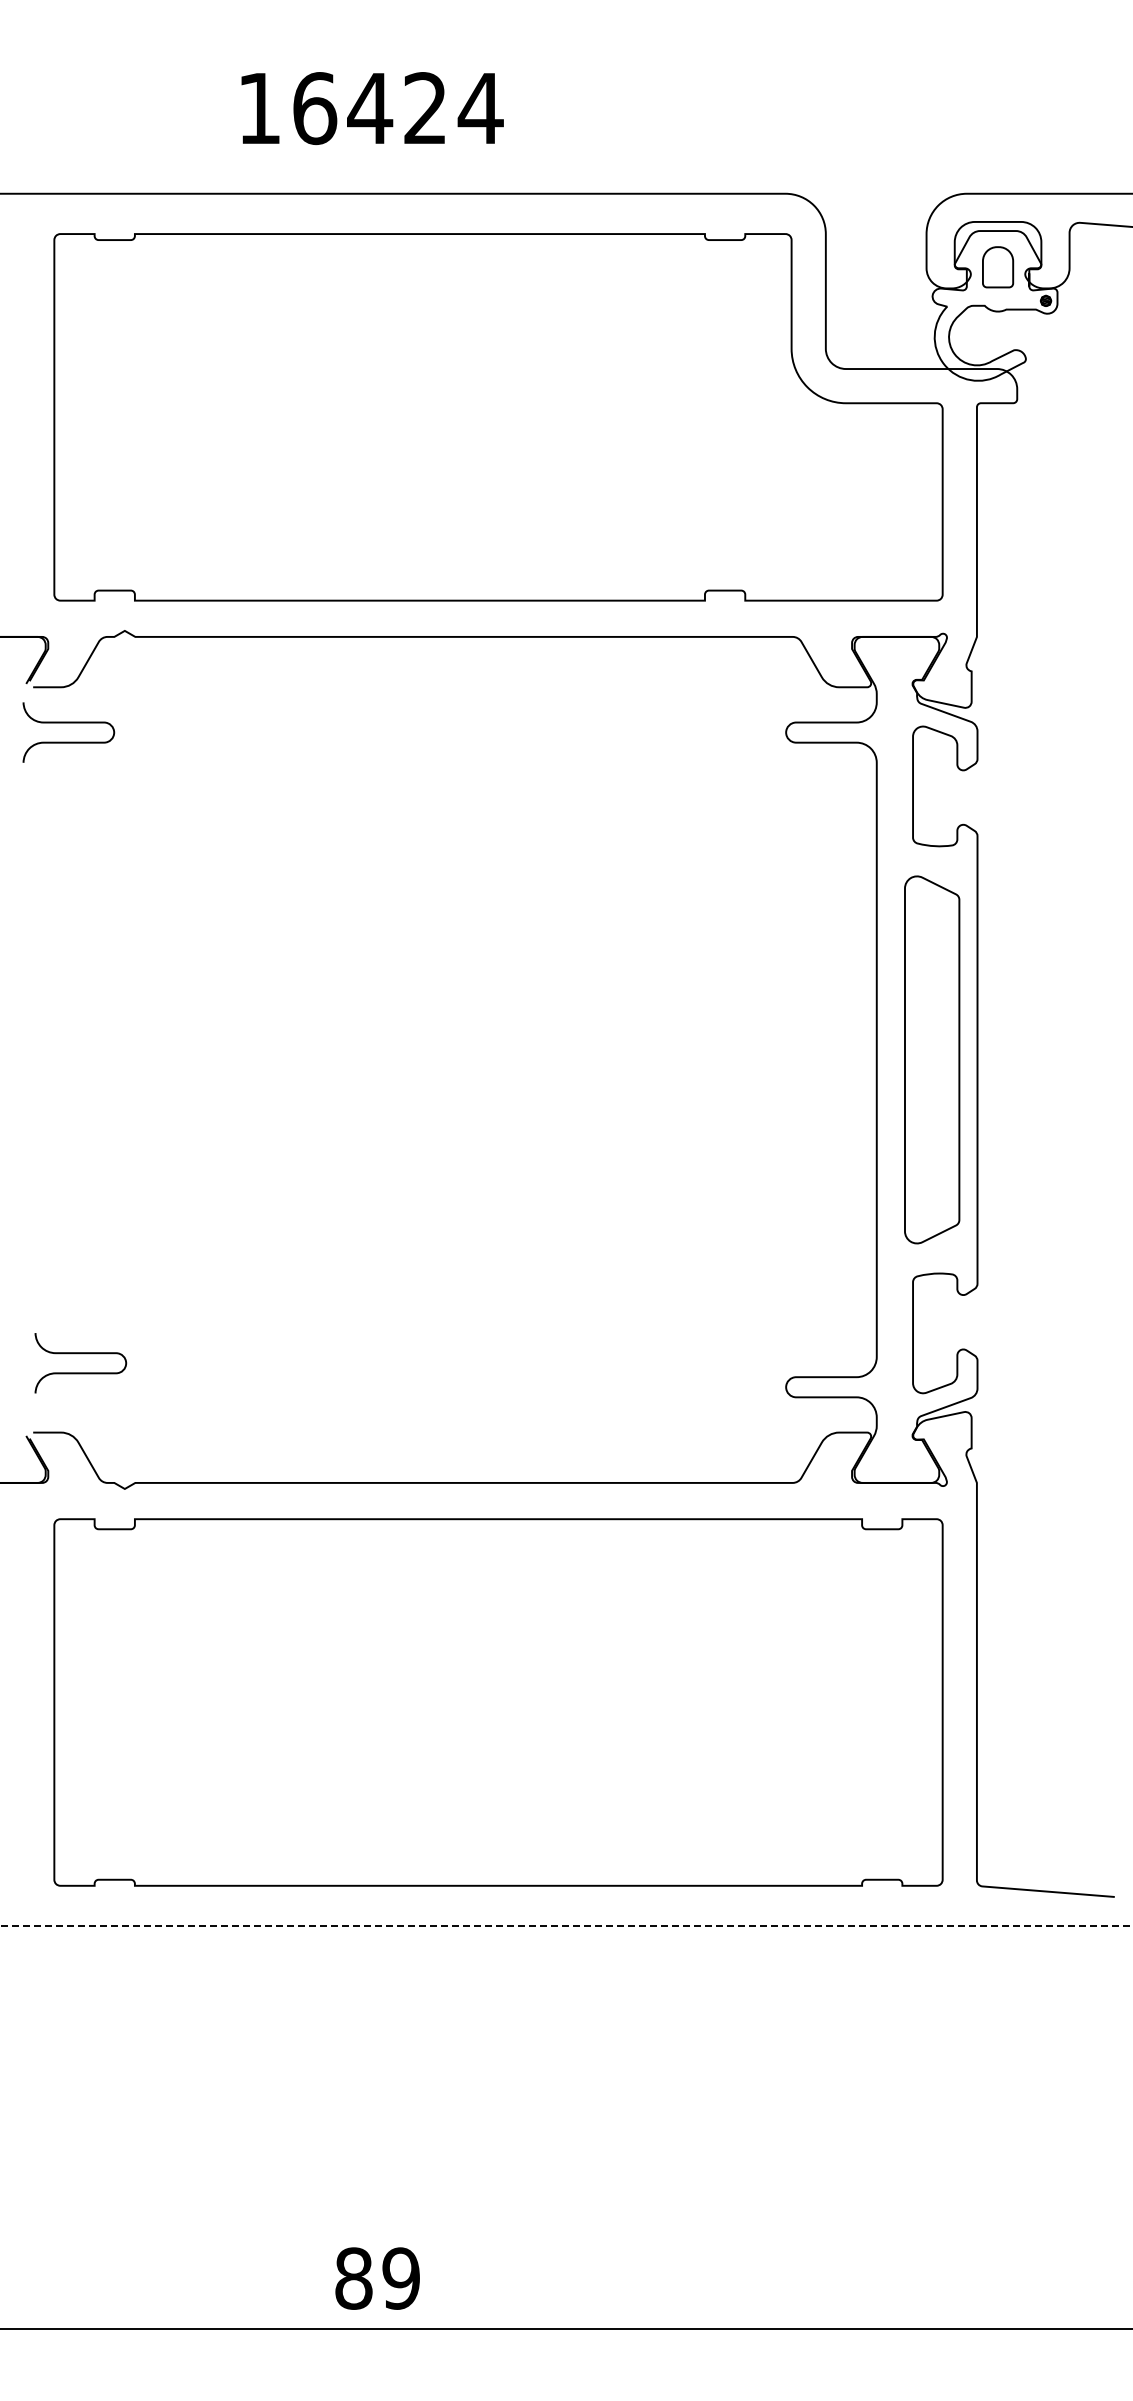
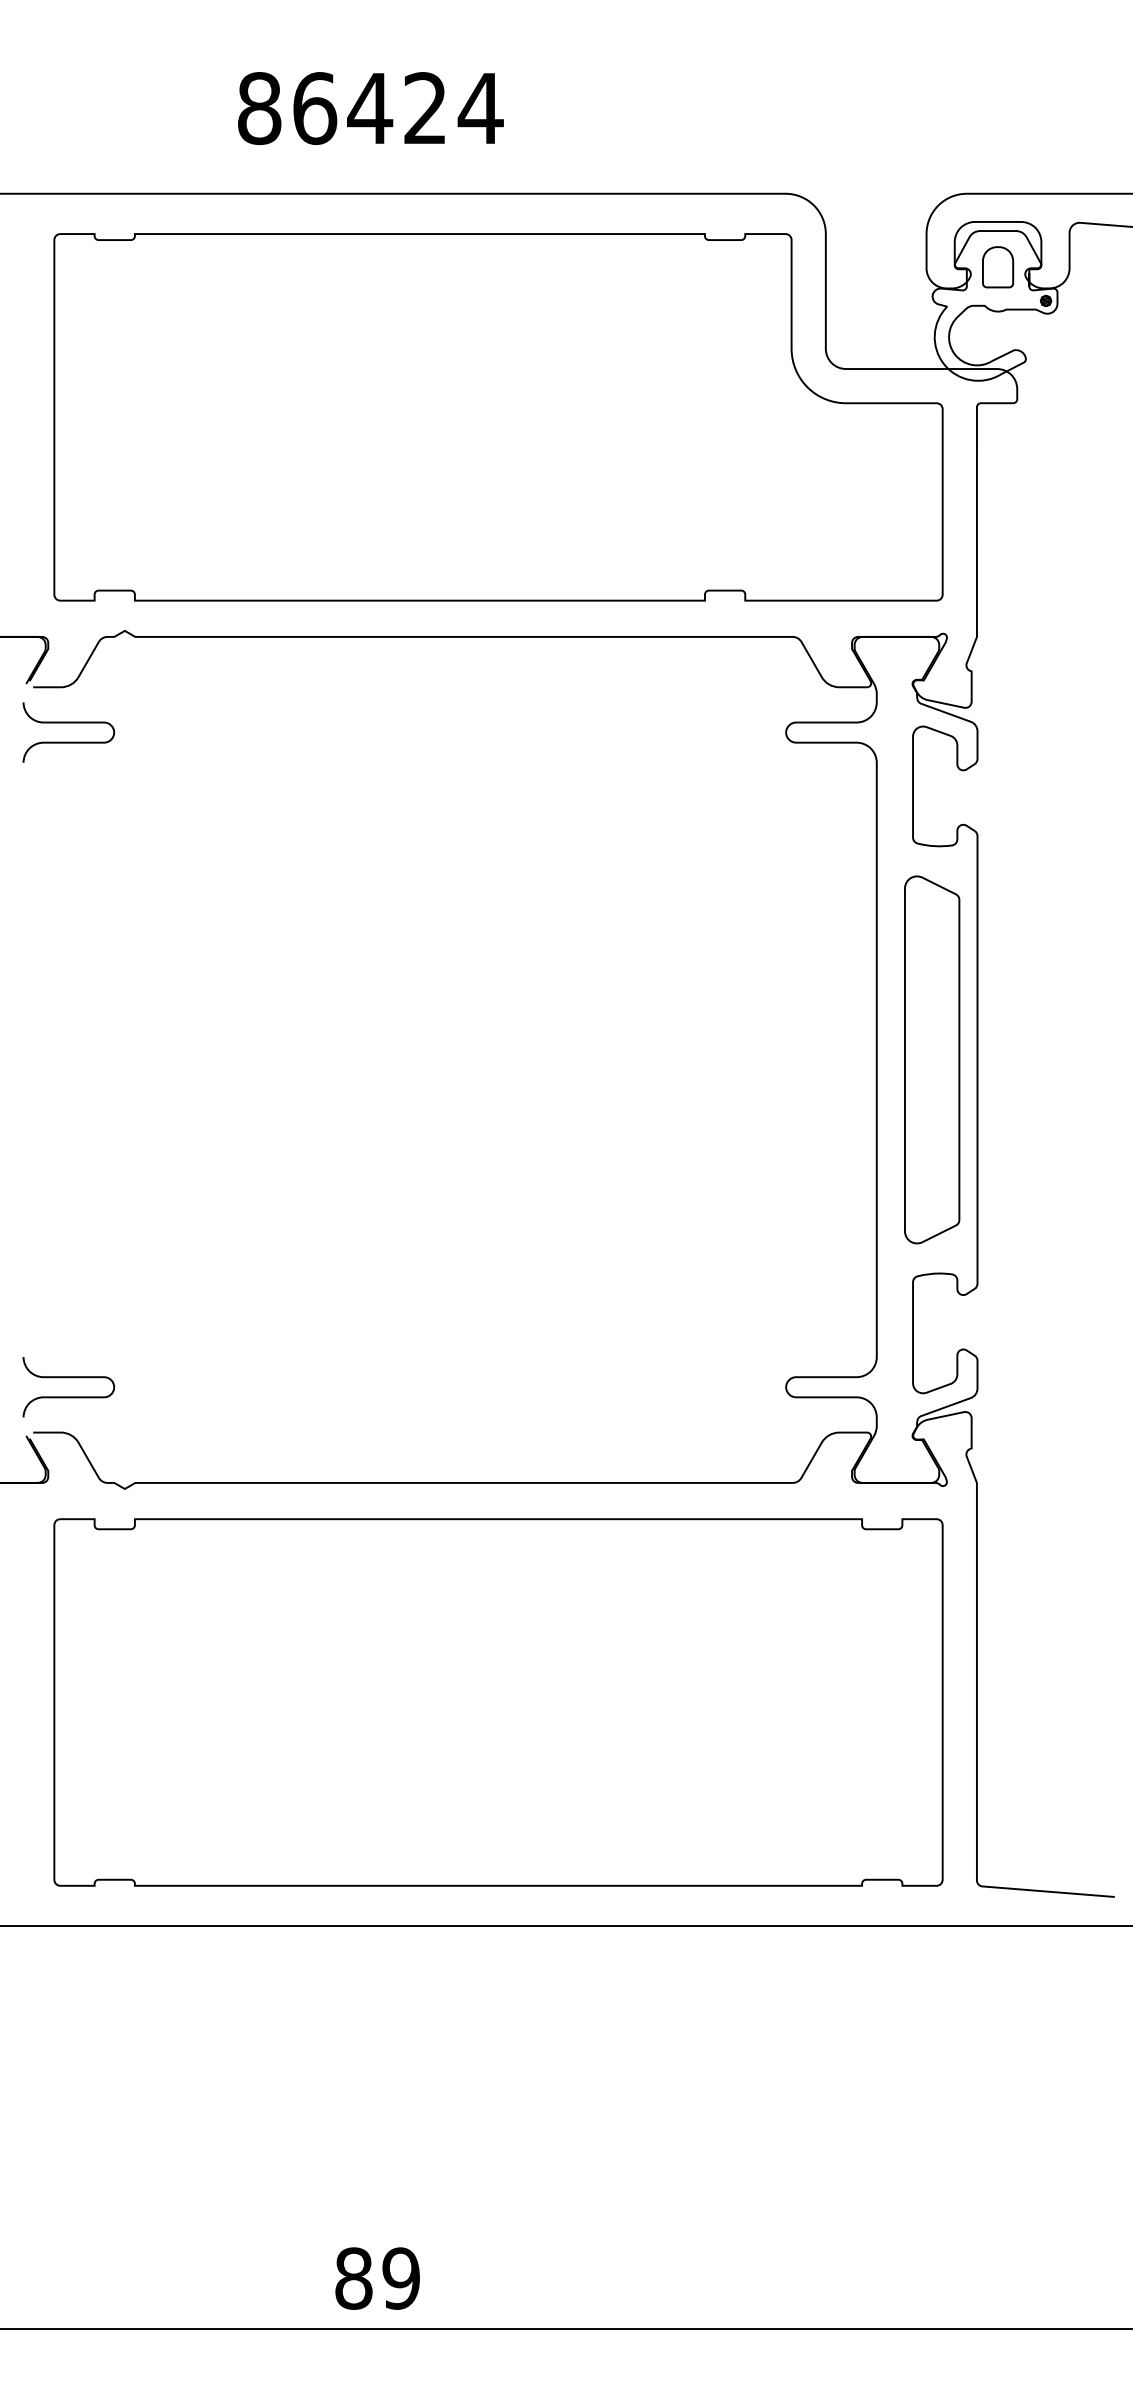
text at (259, 108): 16424 -> 86424
curve at (80, 1354) position: (80, 1354) -> (68, 1378)
line at (565, 1926): dashed -> solid
